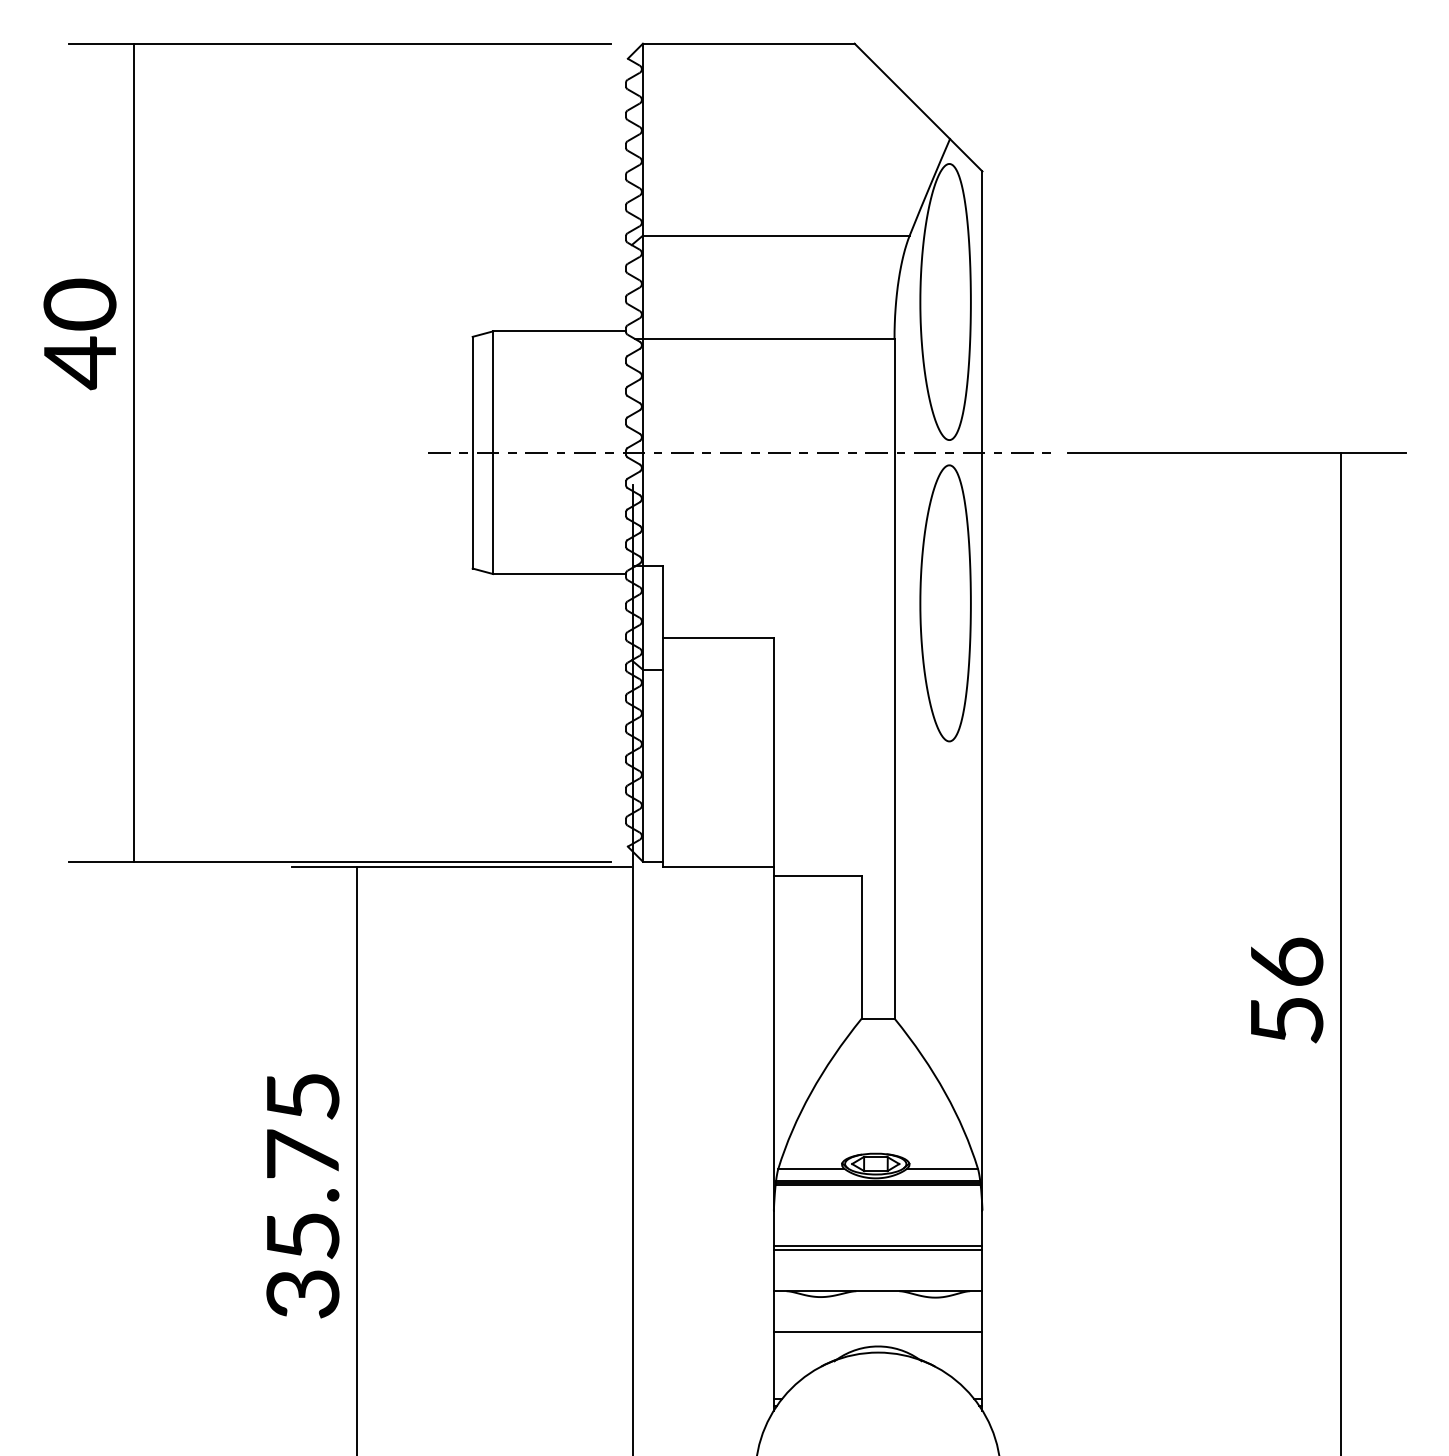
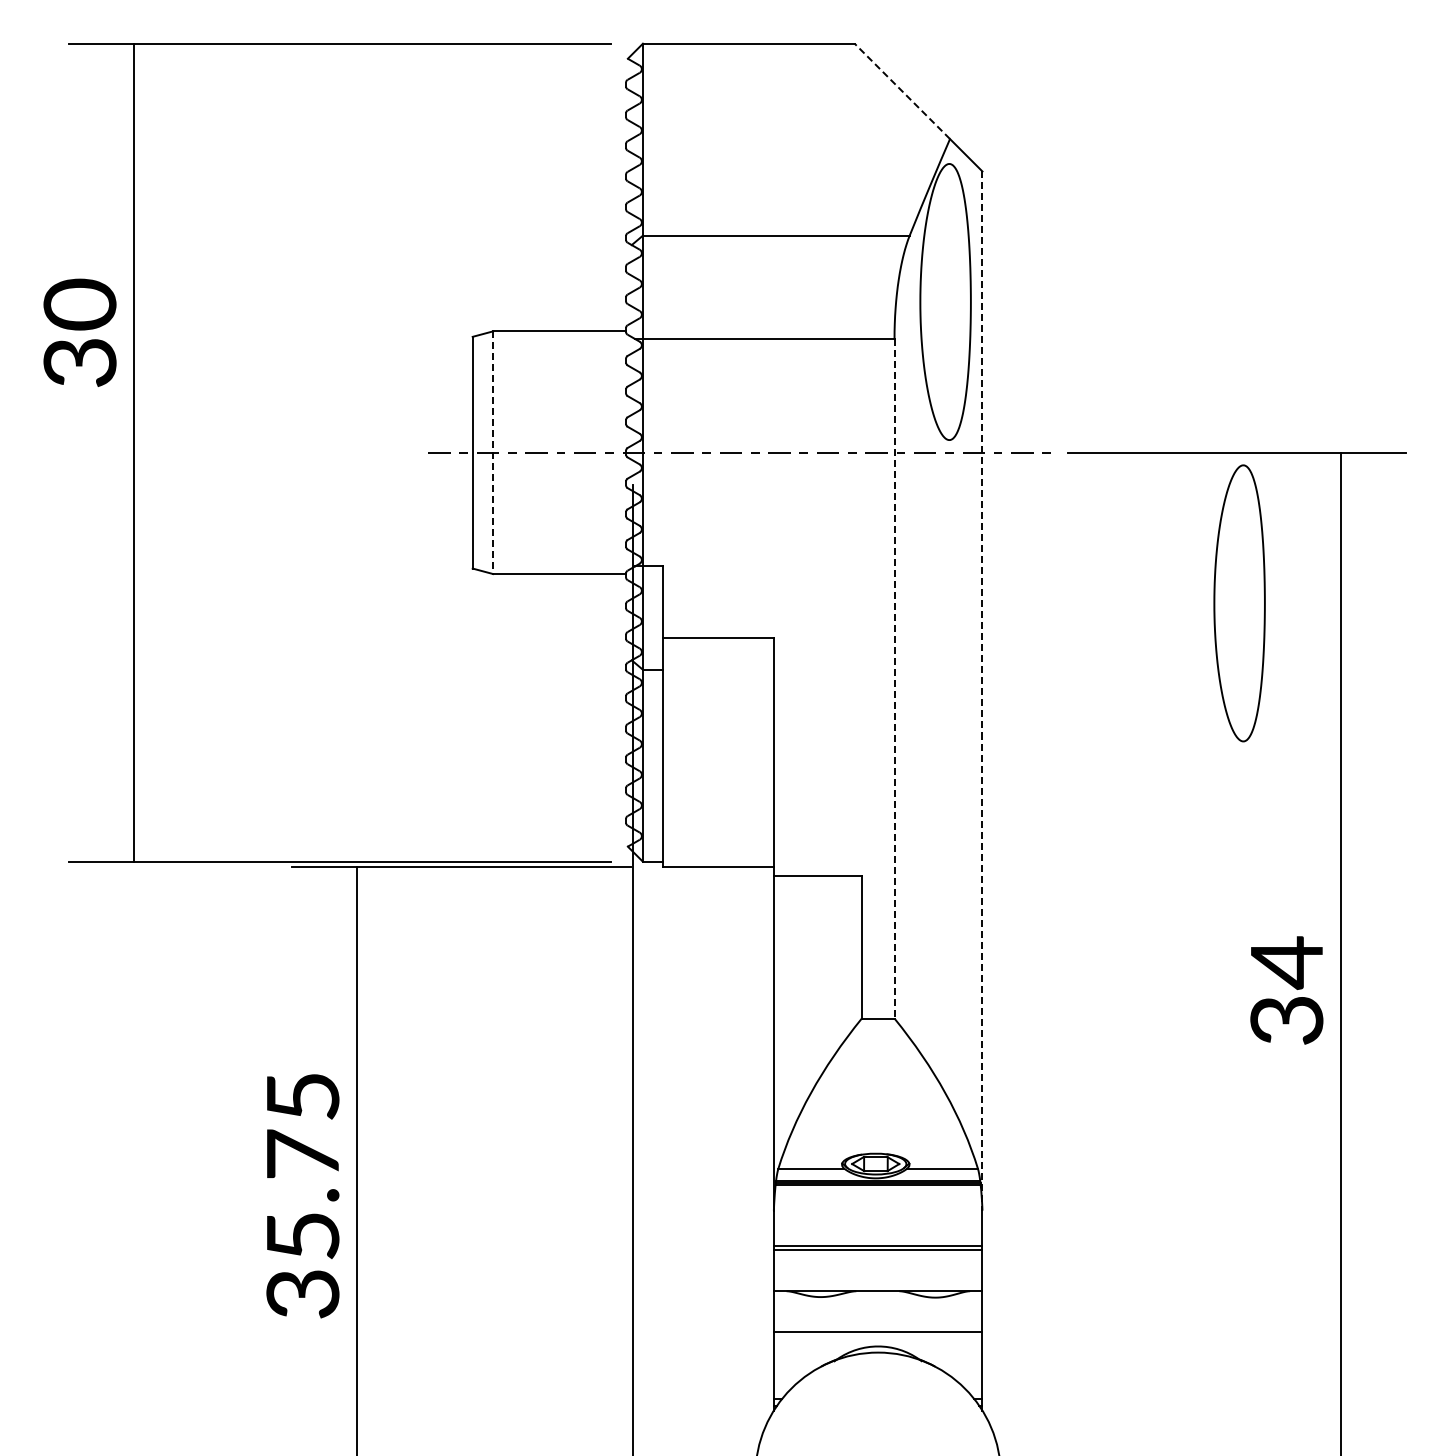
line at (901, 91): solid -> dashed
text at (79, 363): 40 -> 30
line at (493, 453): solid -> dashed
part at (945, 603) position: (945, 603) -> (1239, 603)
line at (894, 678): solid -> dashed
line at (982, 691): solid -> dashed
text at (1286, 990): 56 -> 34
